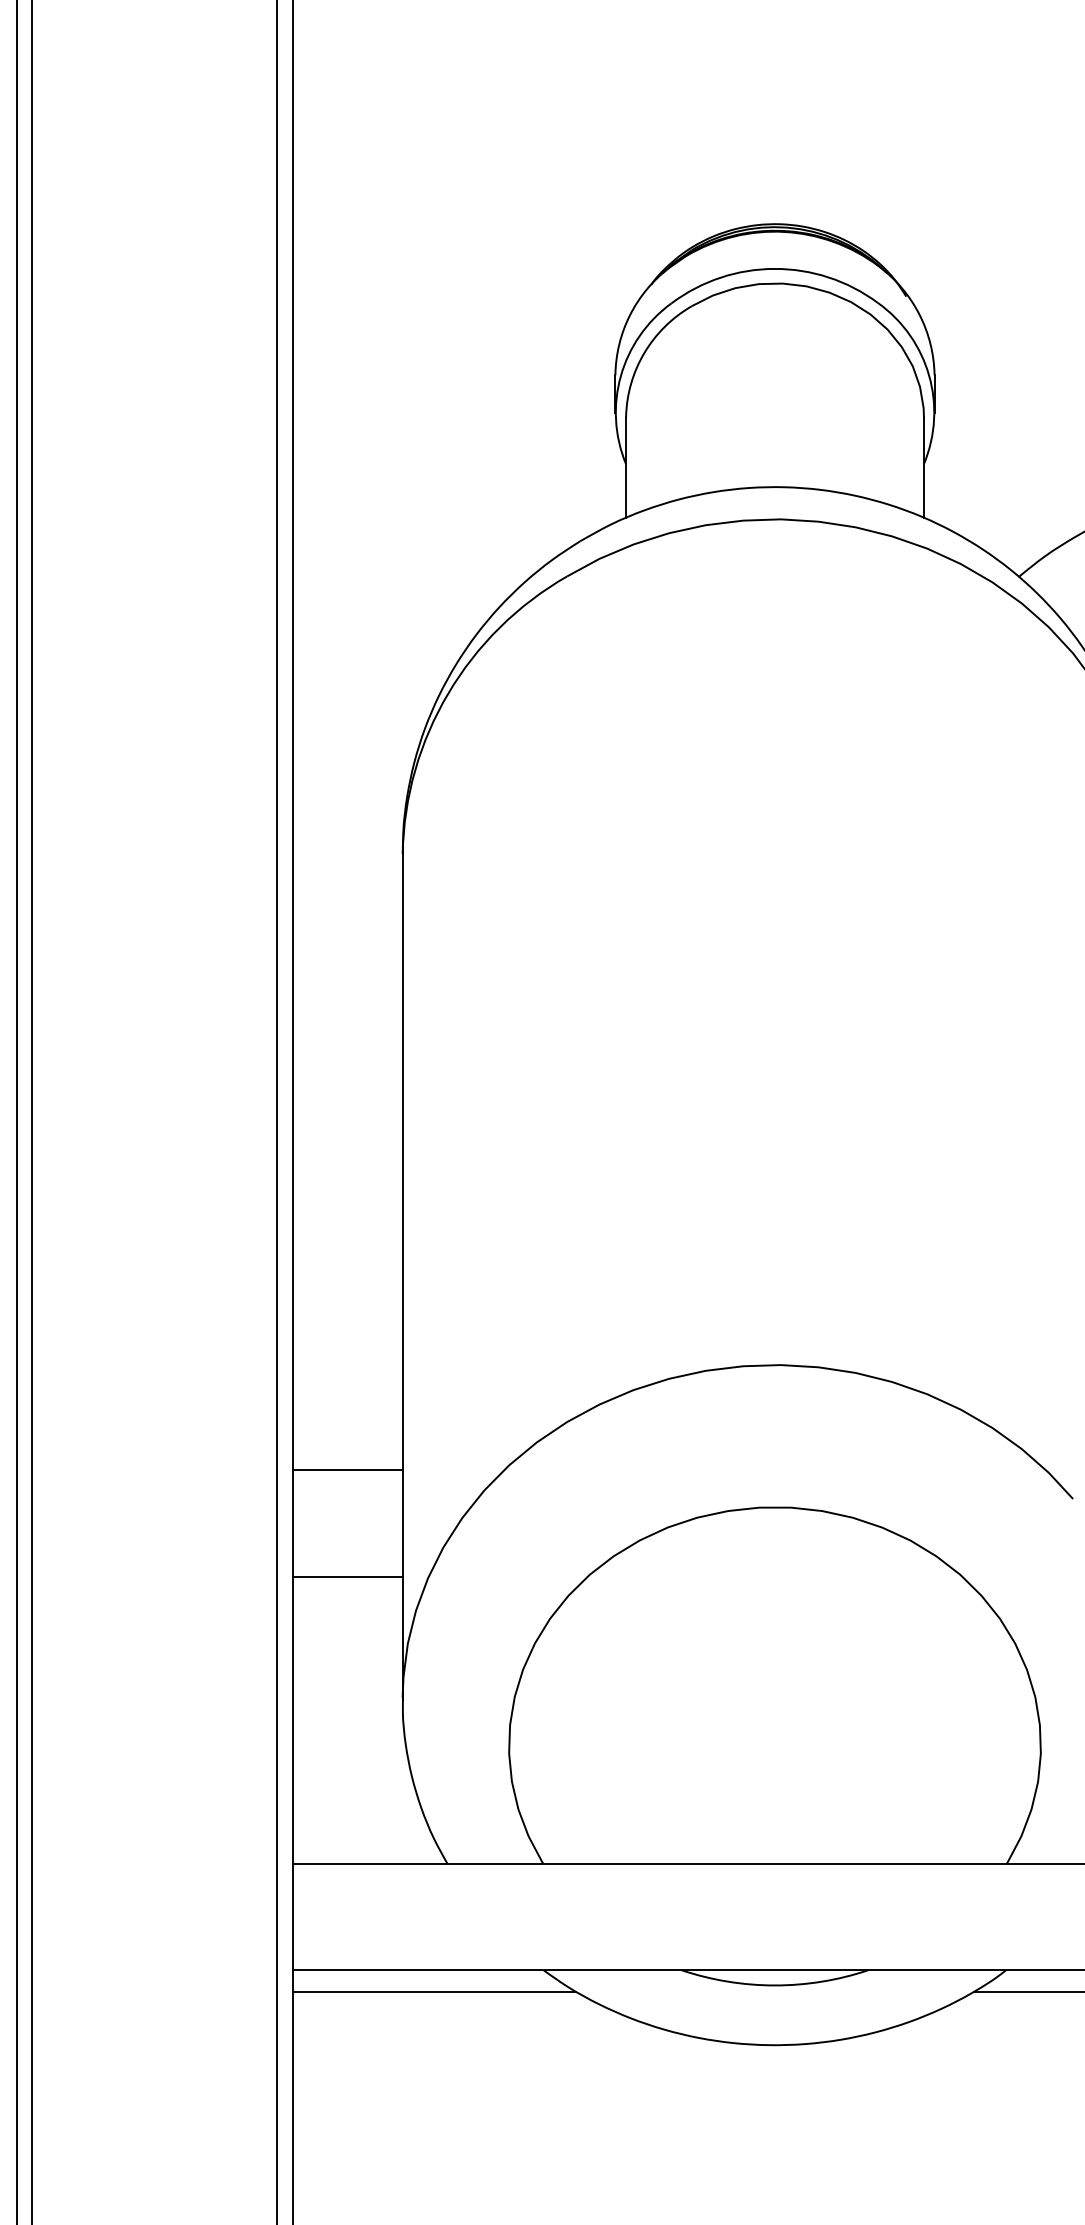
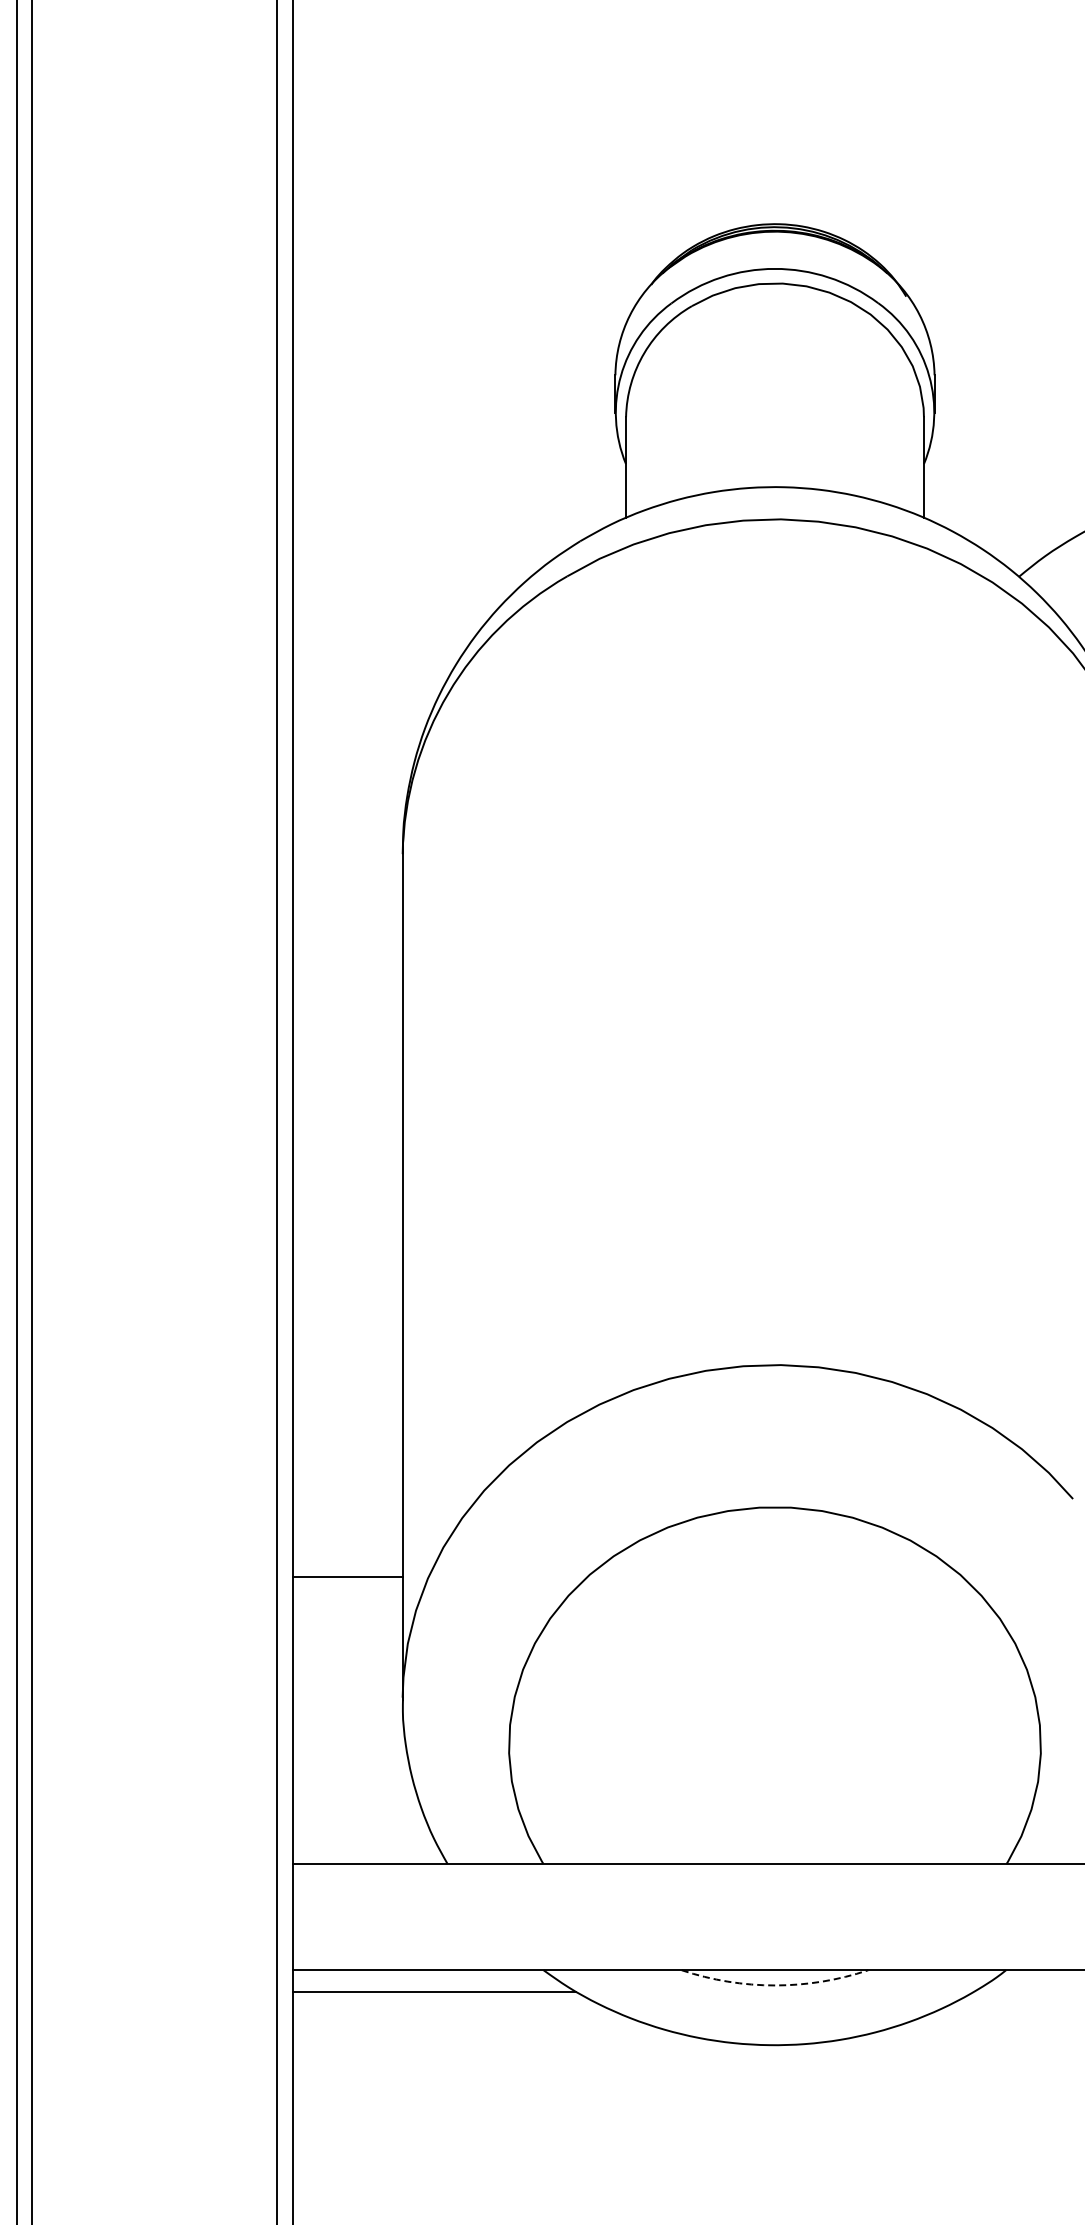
line at (347, 1470): present -> none
arc at (775, 1985): solid -> dashed
line at (1027, 1991): present -> none
